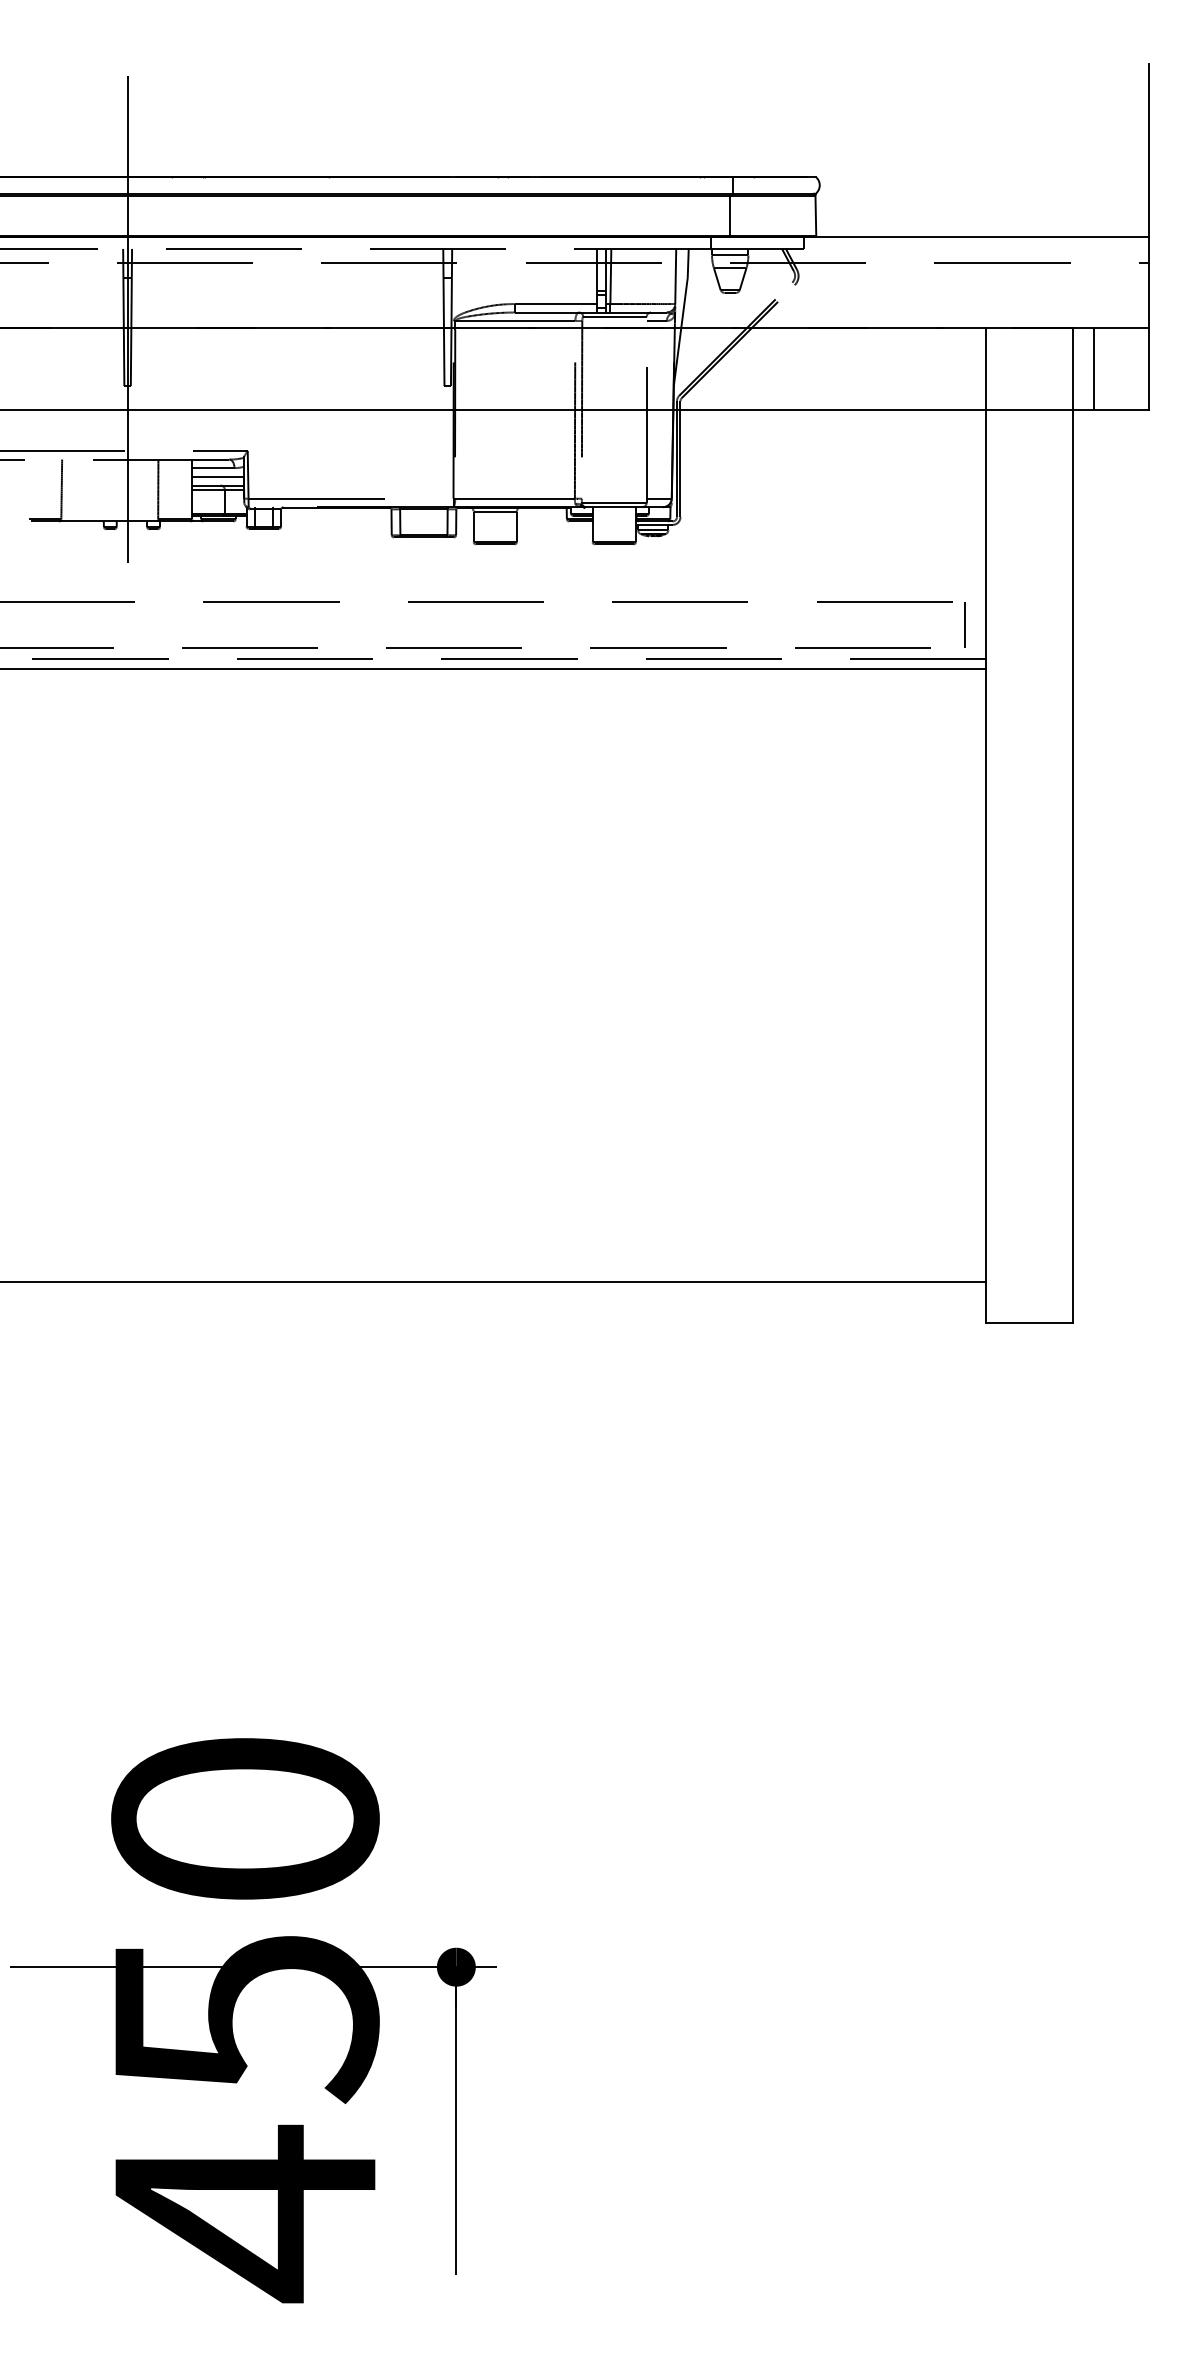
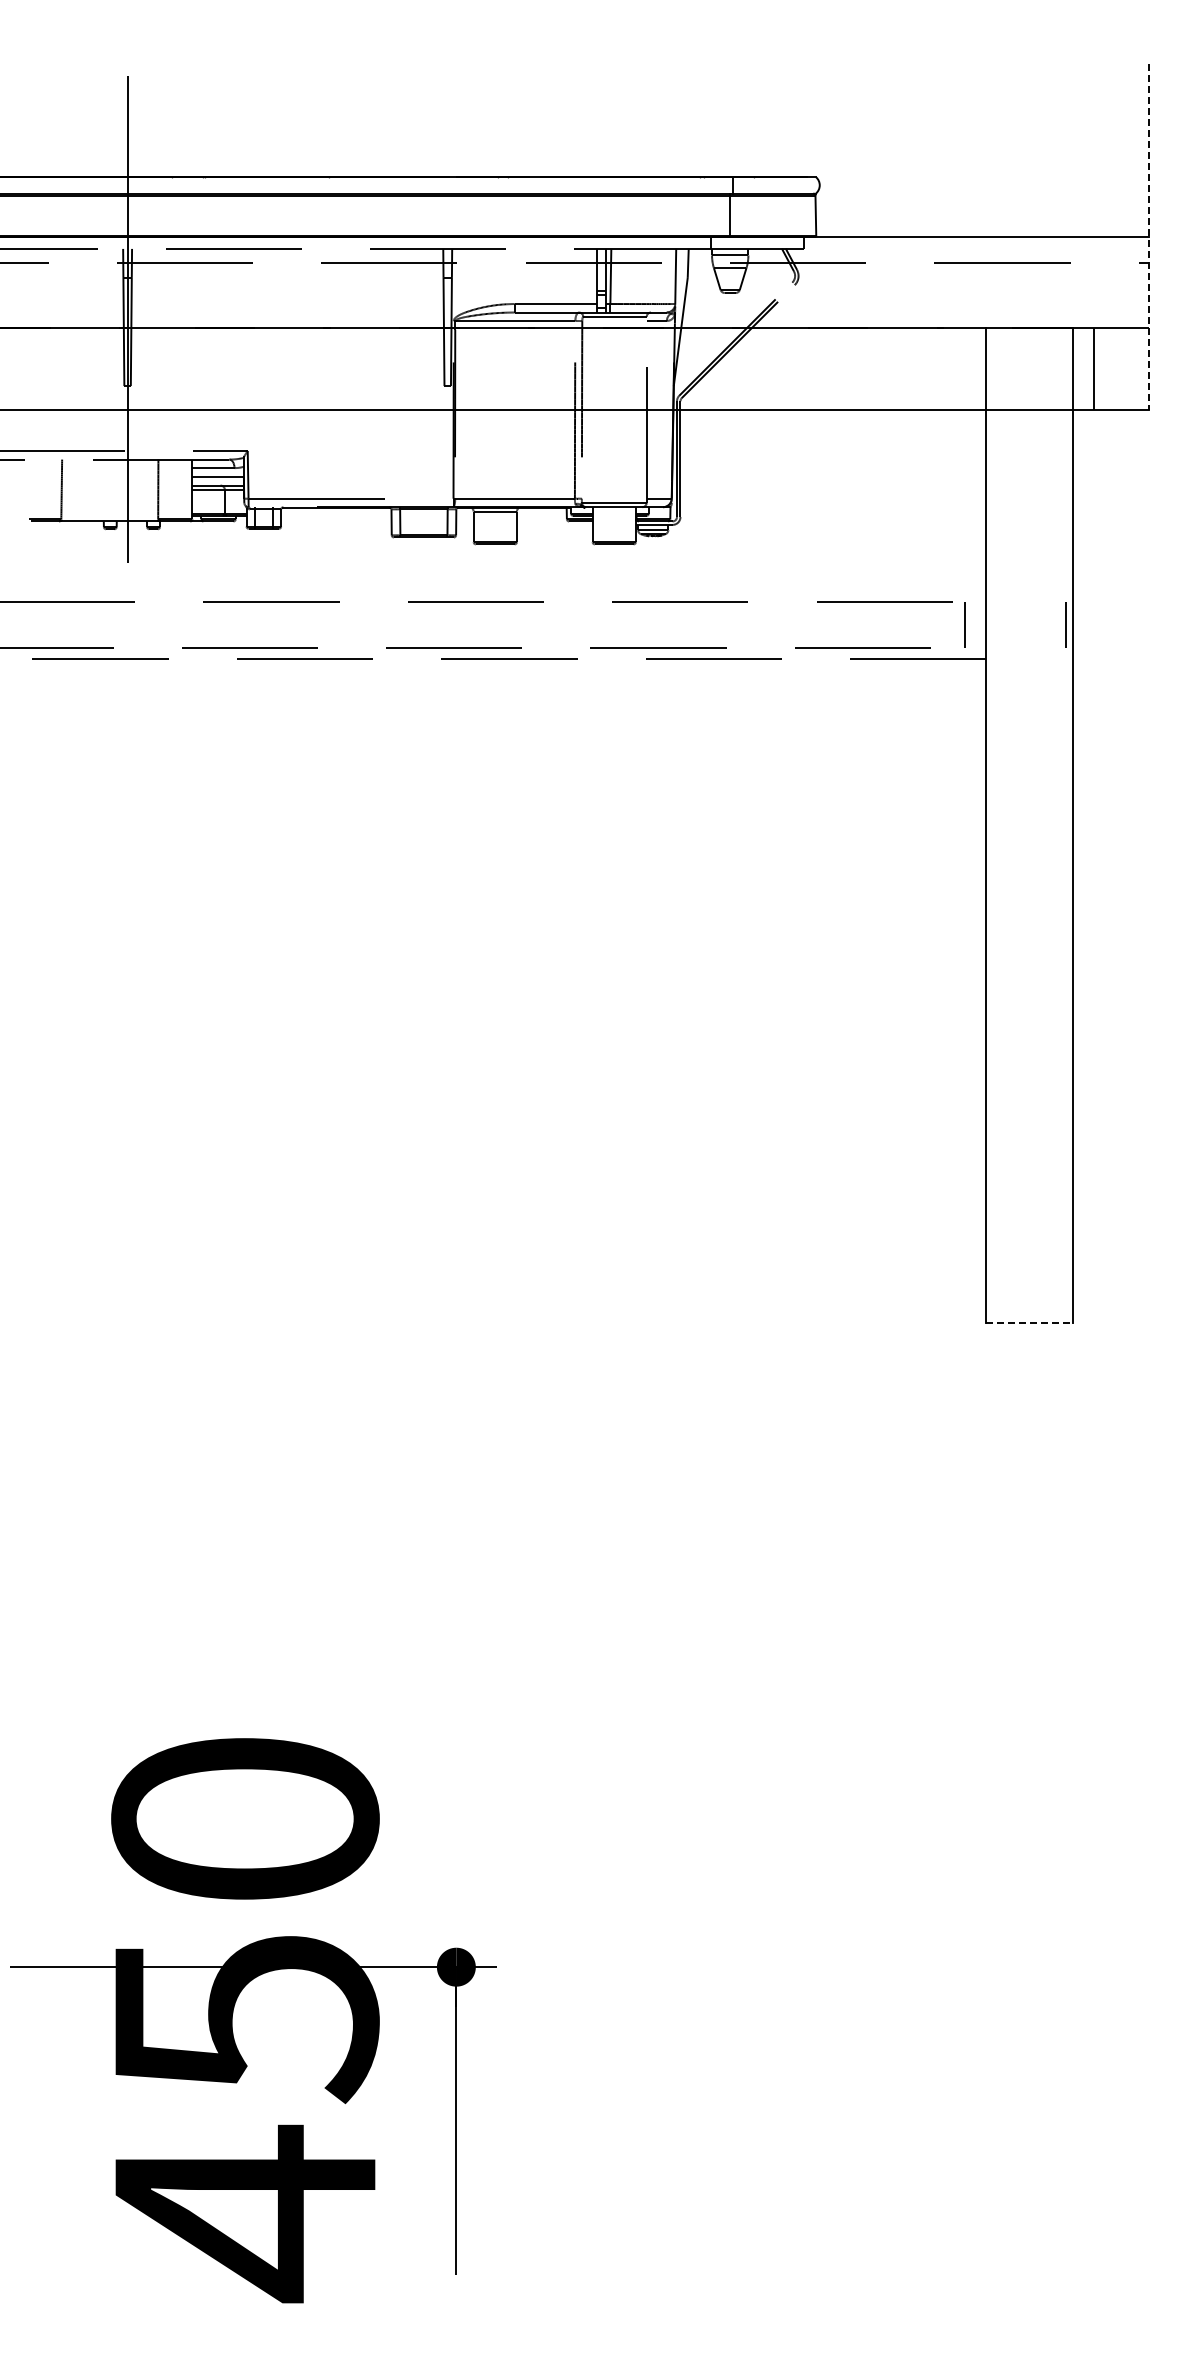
line at (1148, 237): solid -> dashed
line at (1065, 624): none -> present
line at (494, 669): present -> none
line at (494, 1281): present -> none
line at (1030, 1322): solid -> dashed
